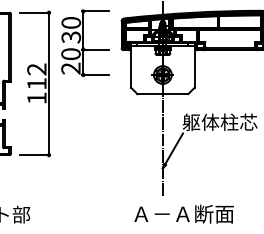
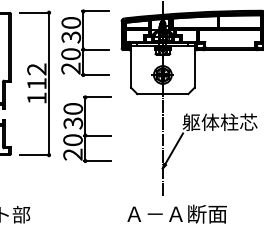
part at (87, 128): none -> present
text at (183, 213) position: (183, 213) -> (176, 213)
